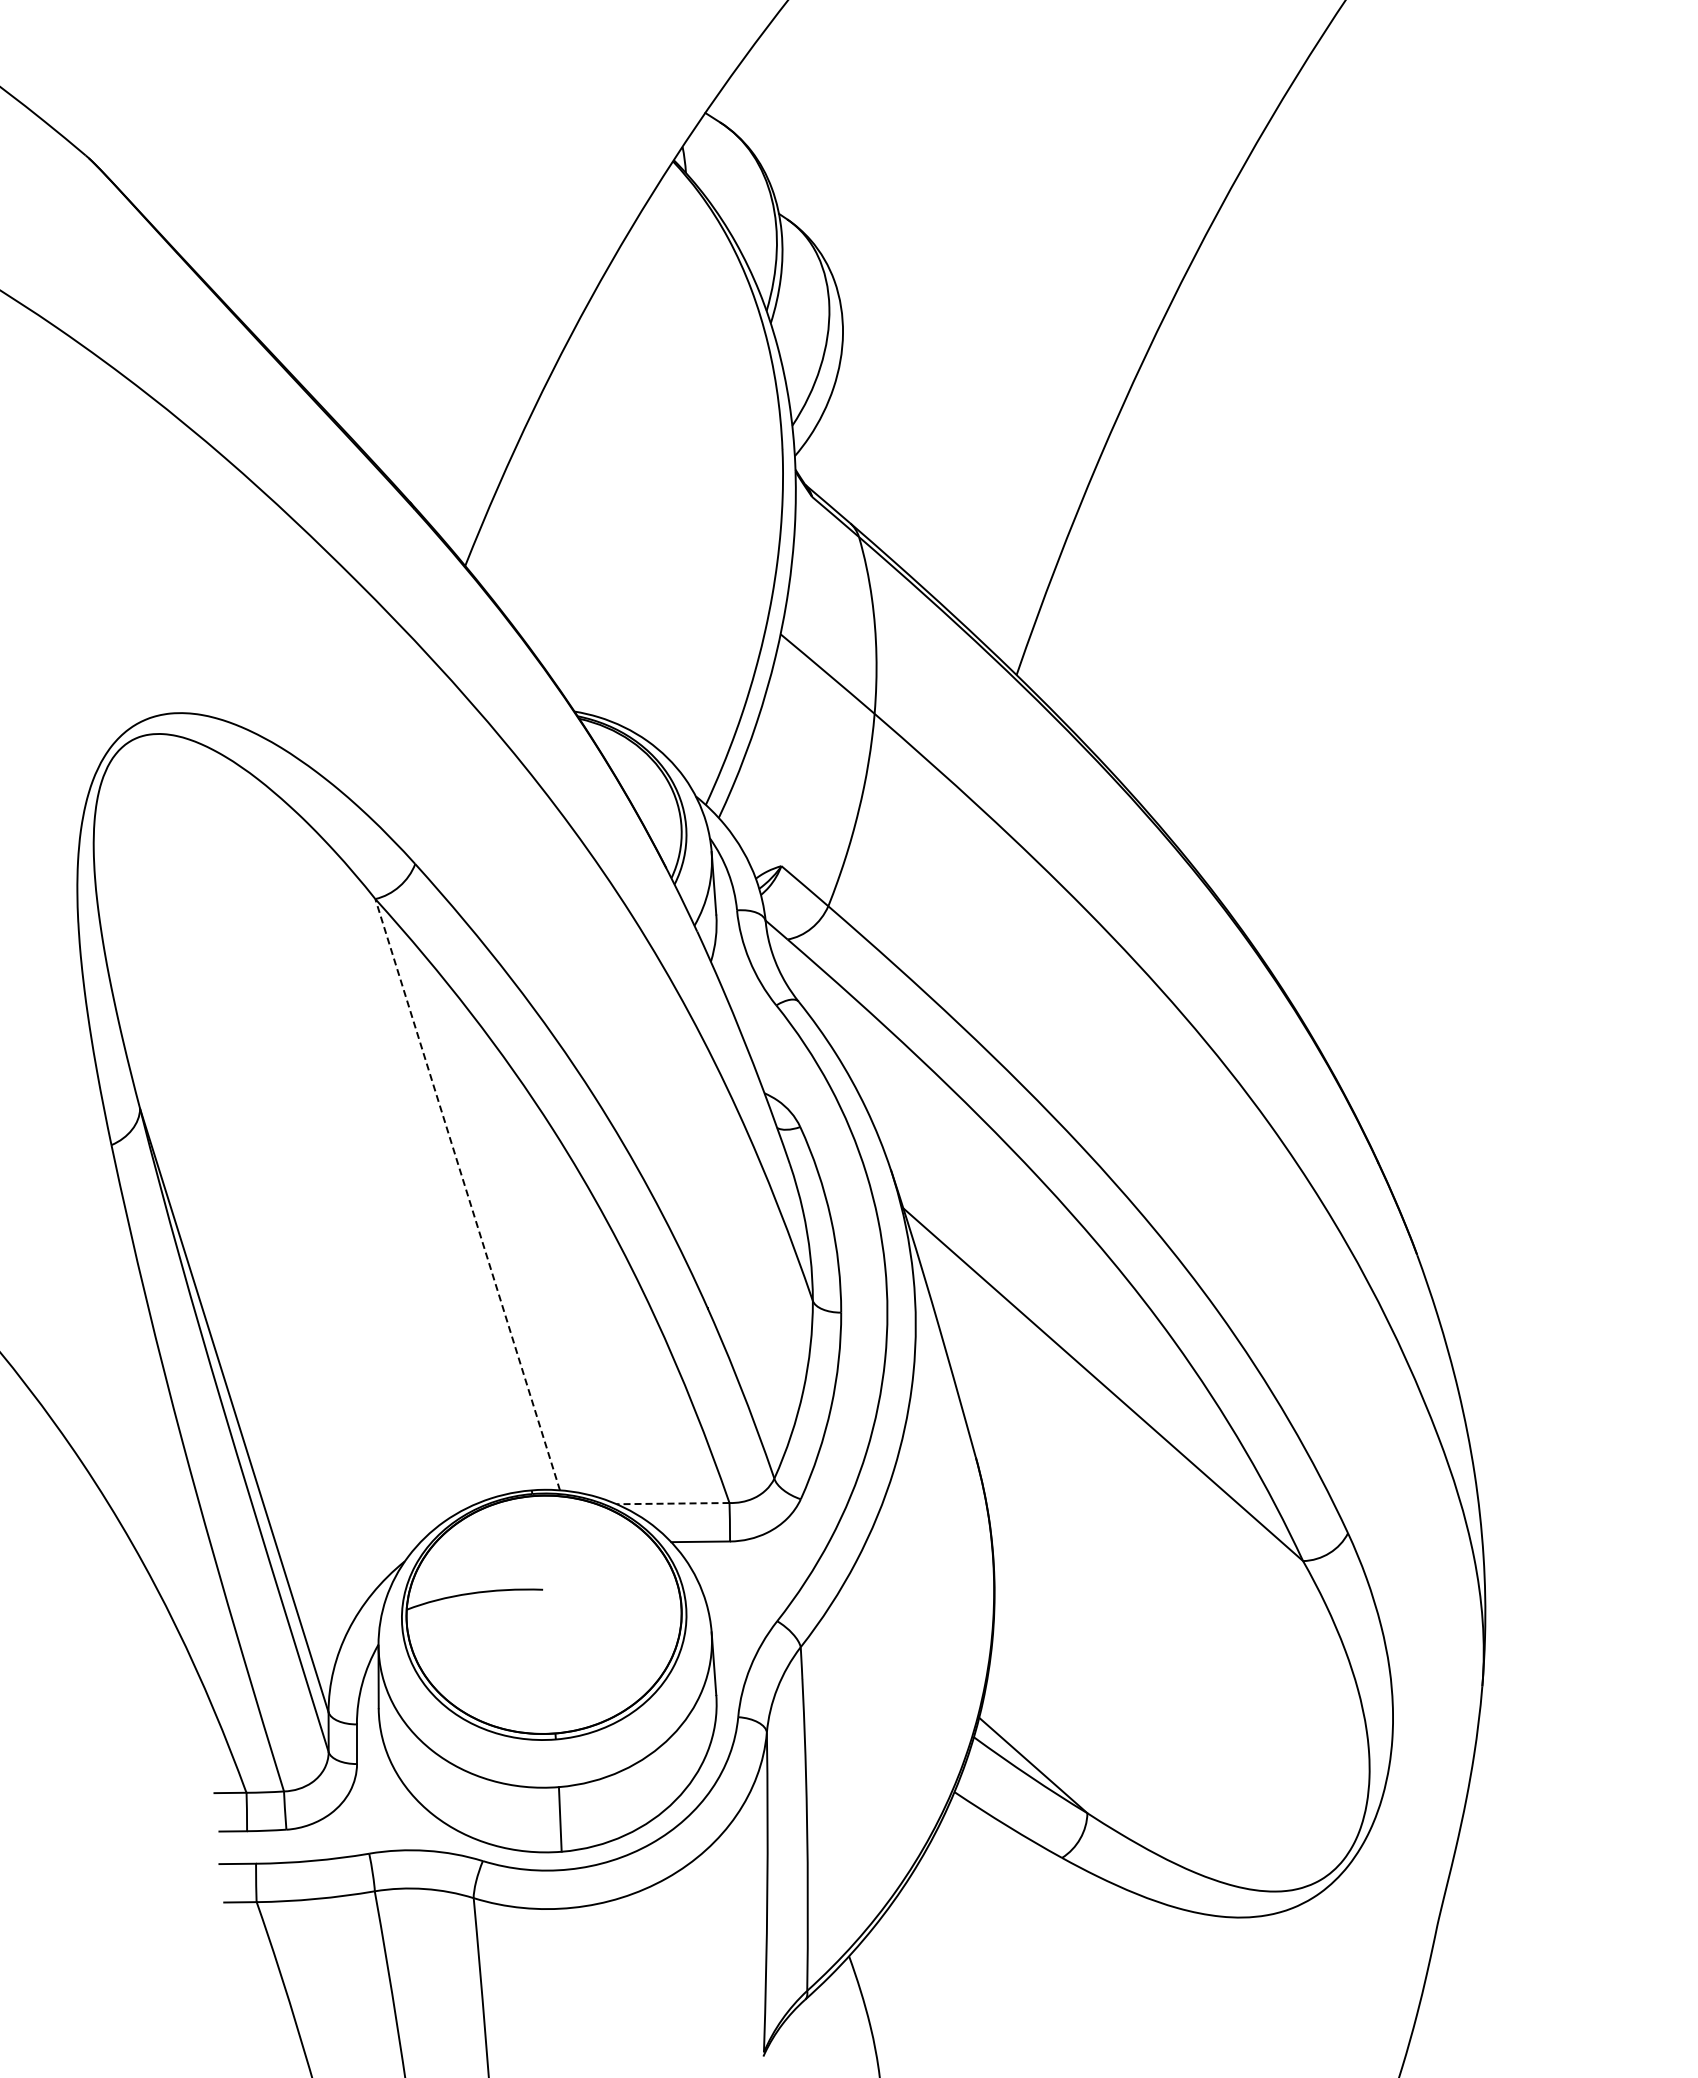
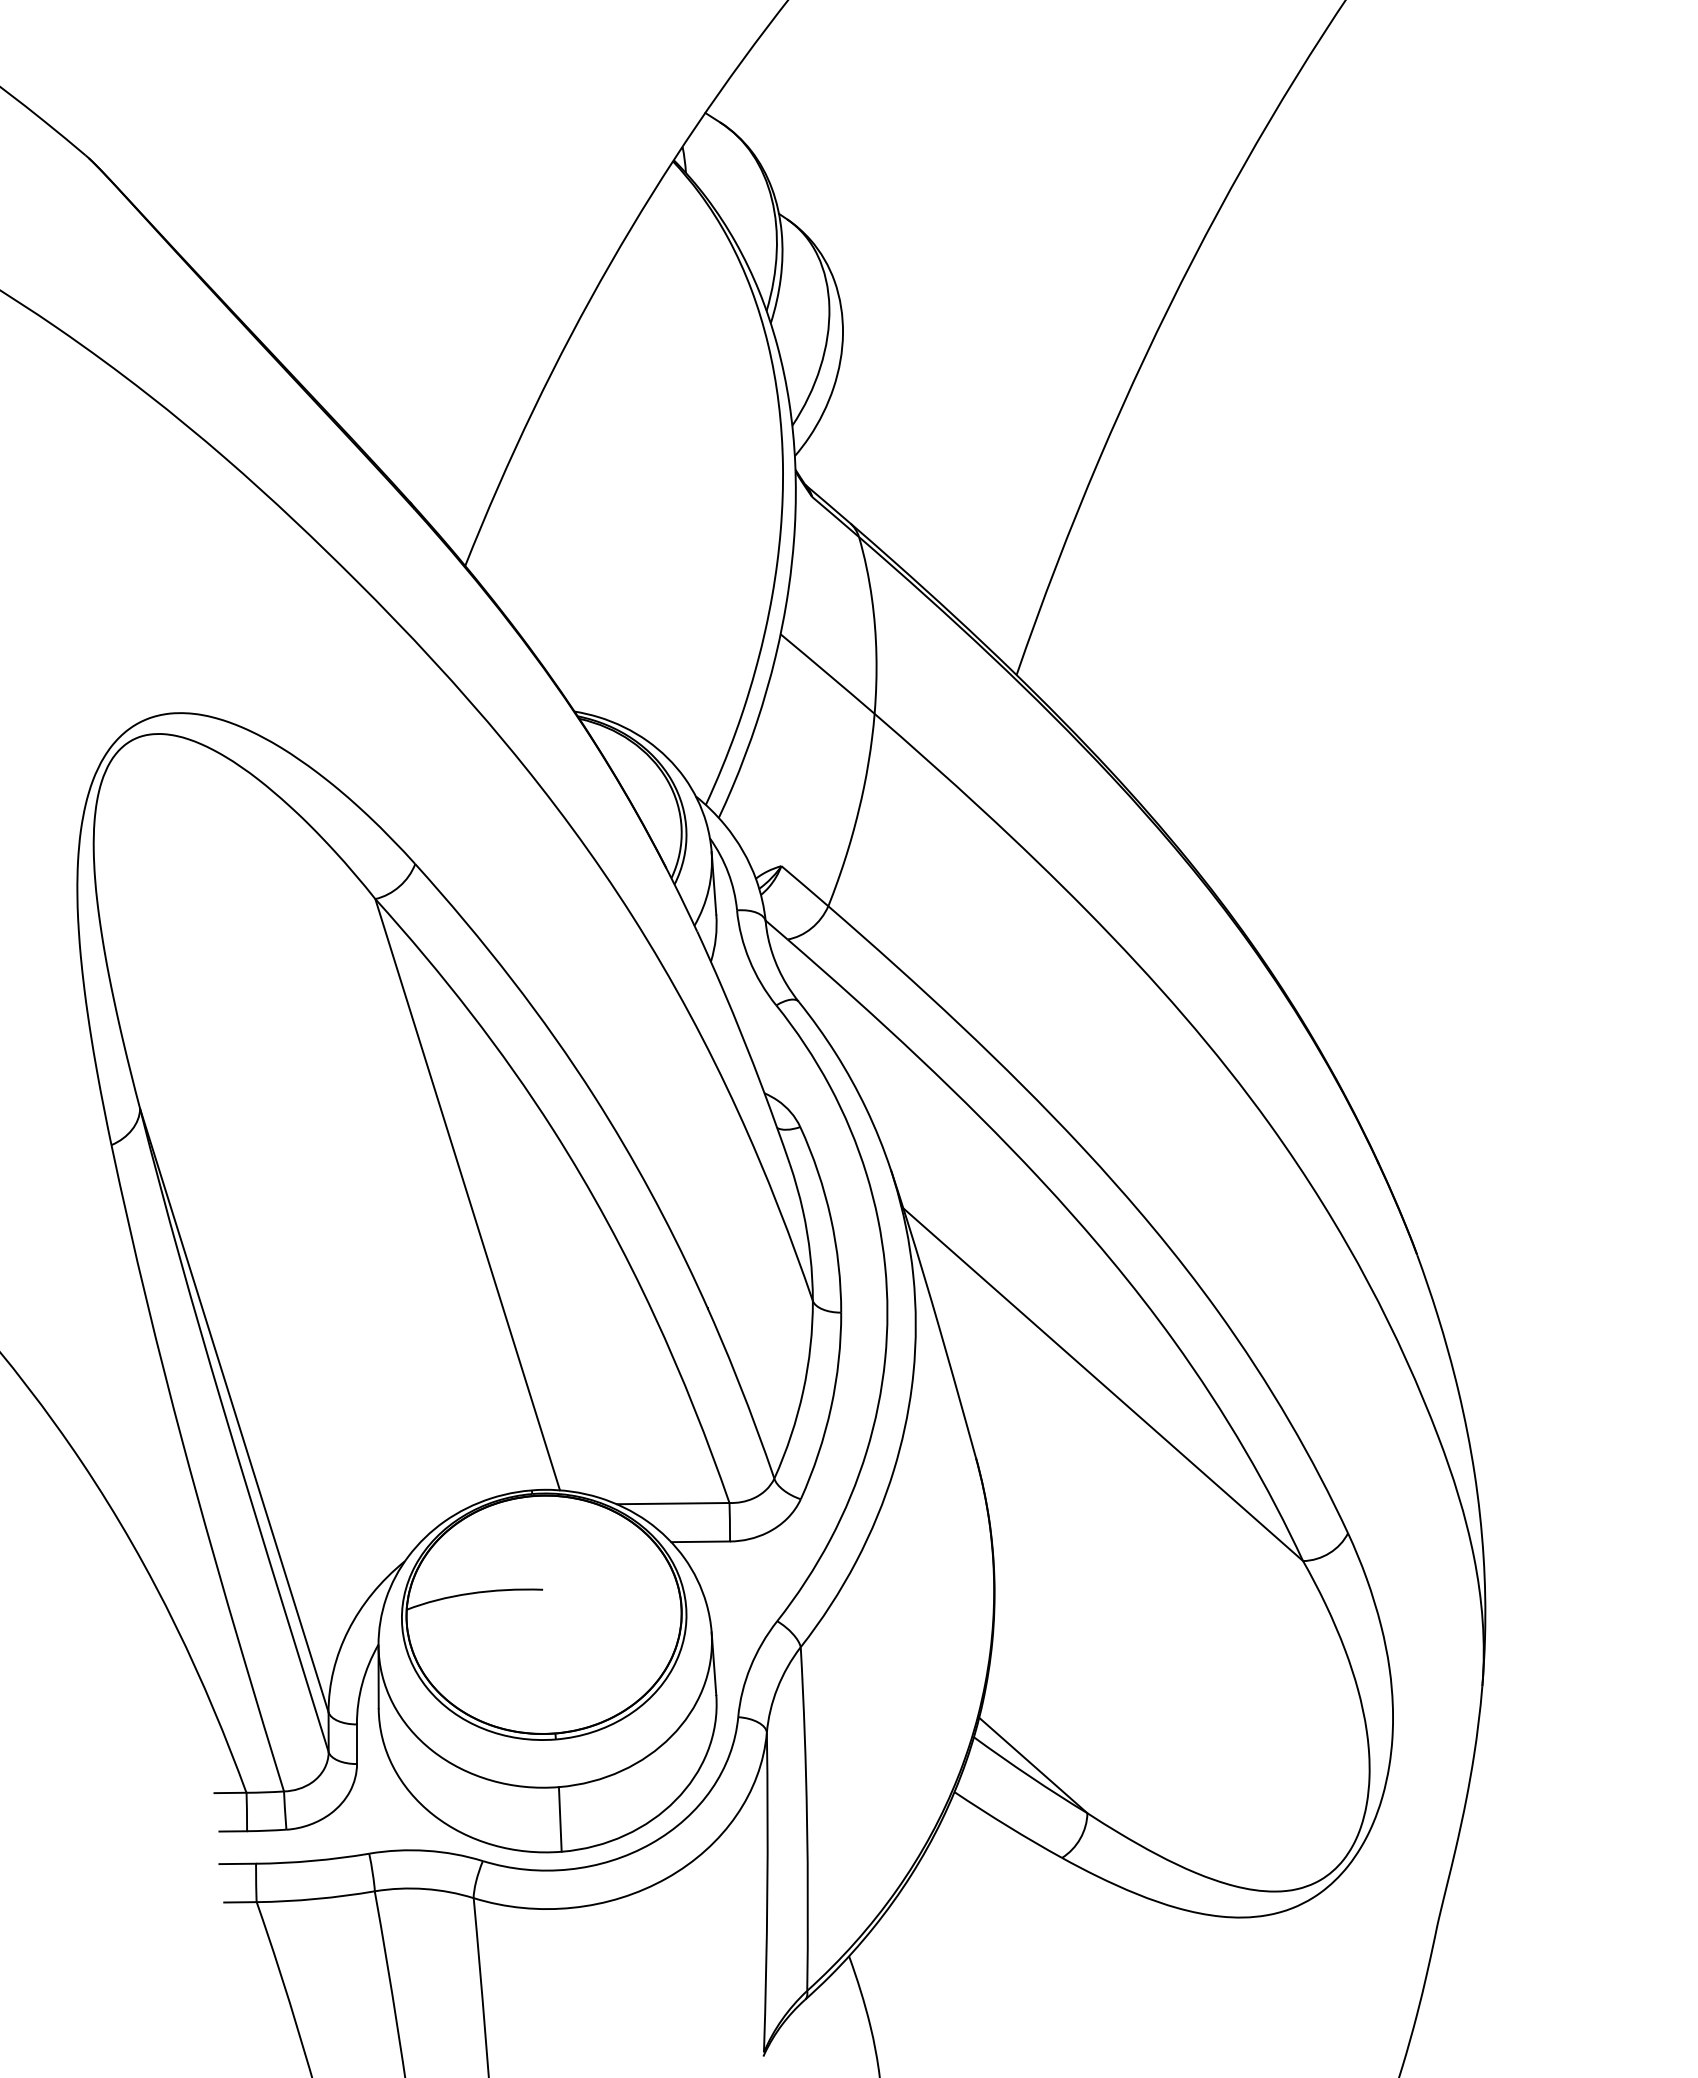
line at (467, 1194): dashed -> solid
line at (672, 1503): dashed -> solid
